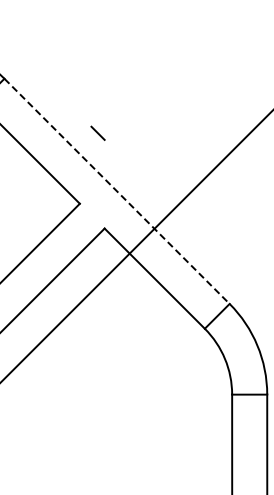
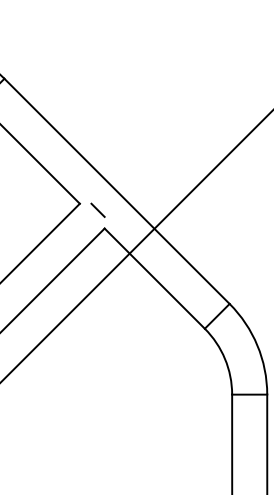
line at (97, 132) position: (97, 132) -> (97, 209)
line at (117, 191): dashed -> solid
